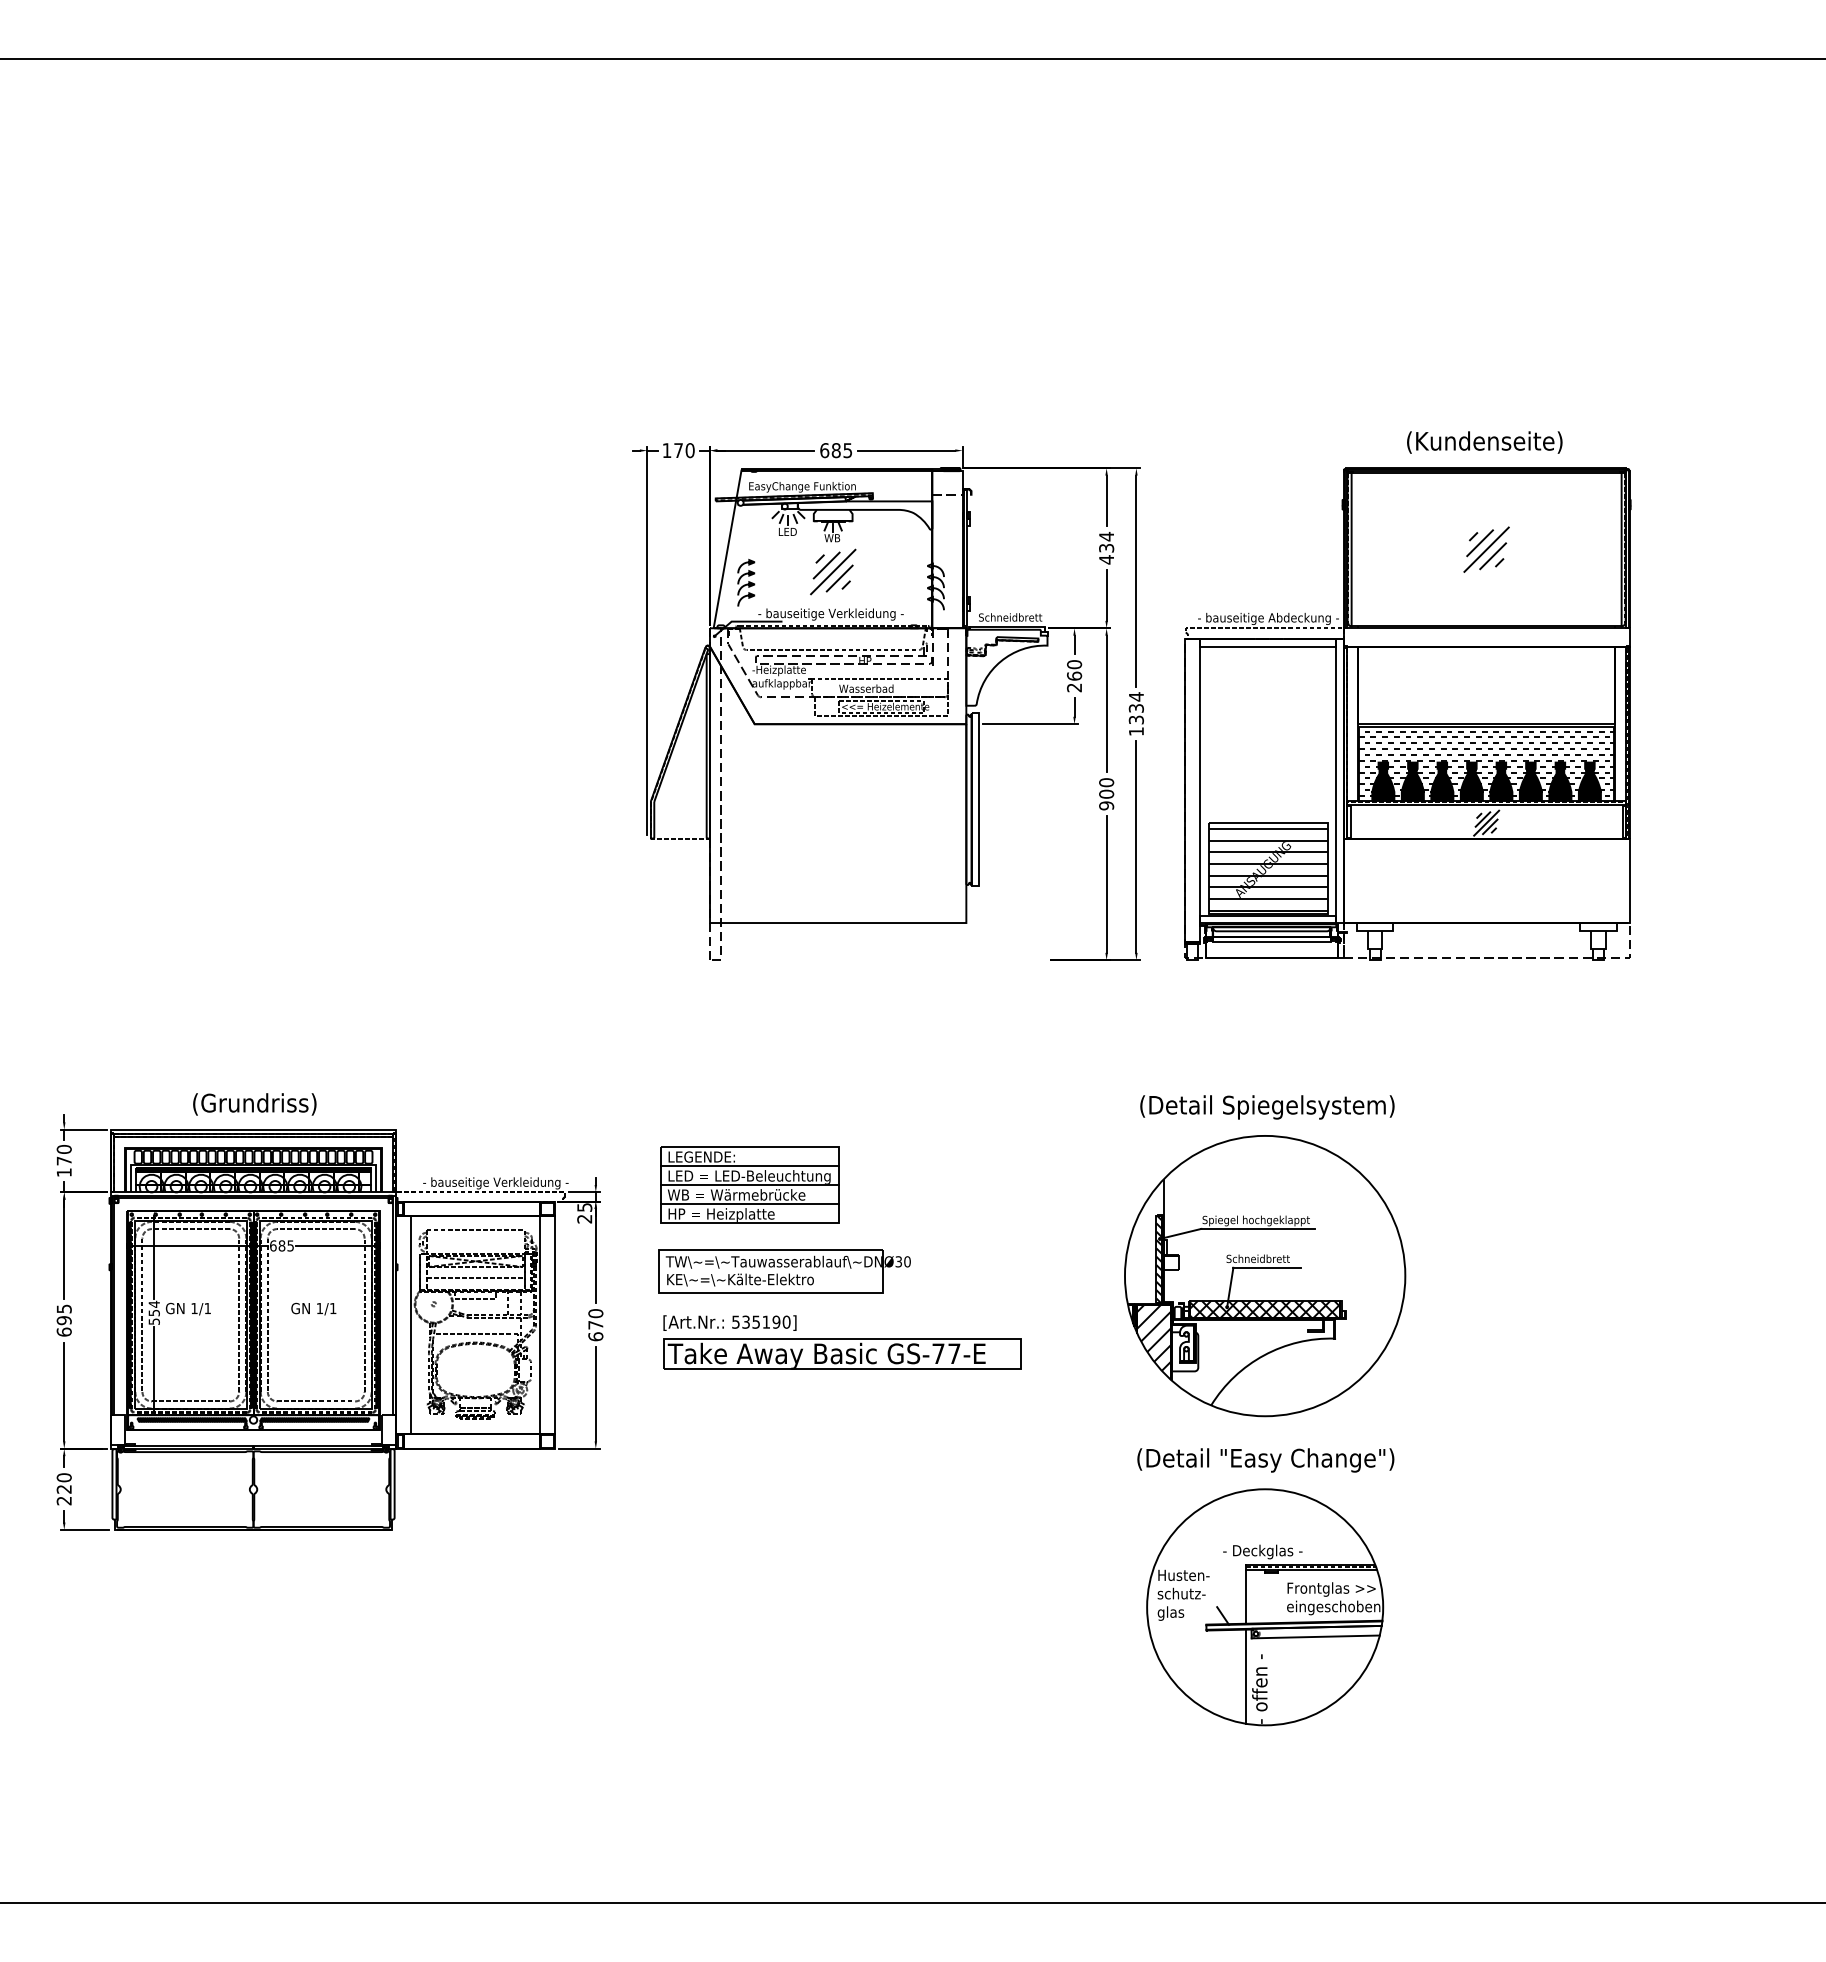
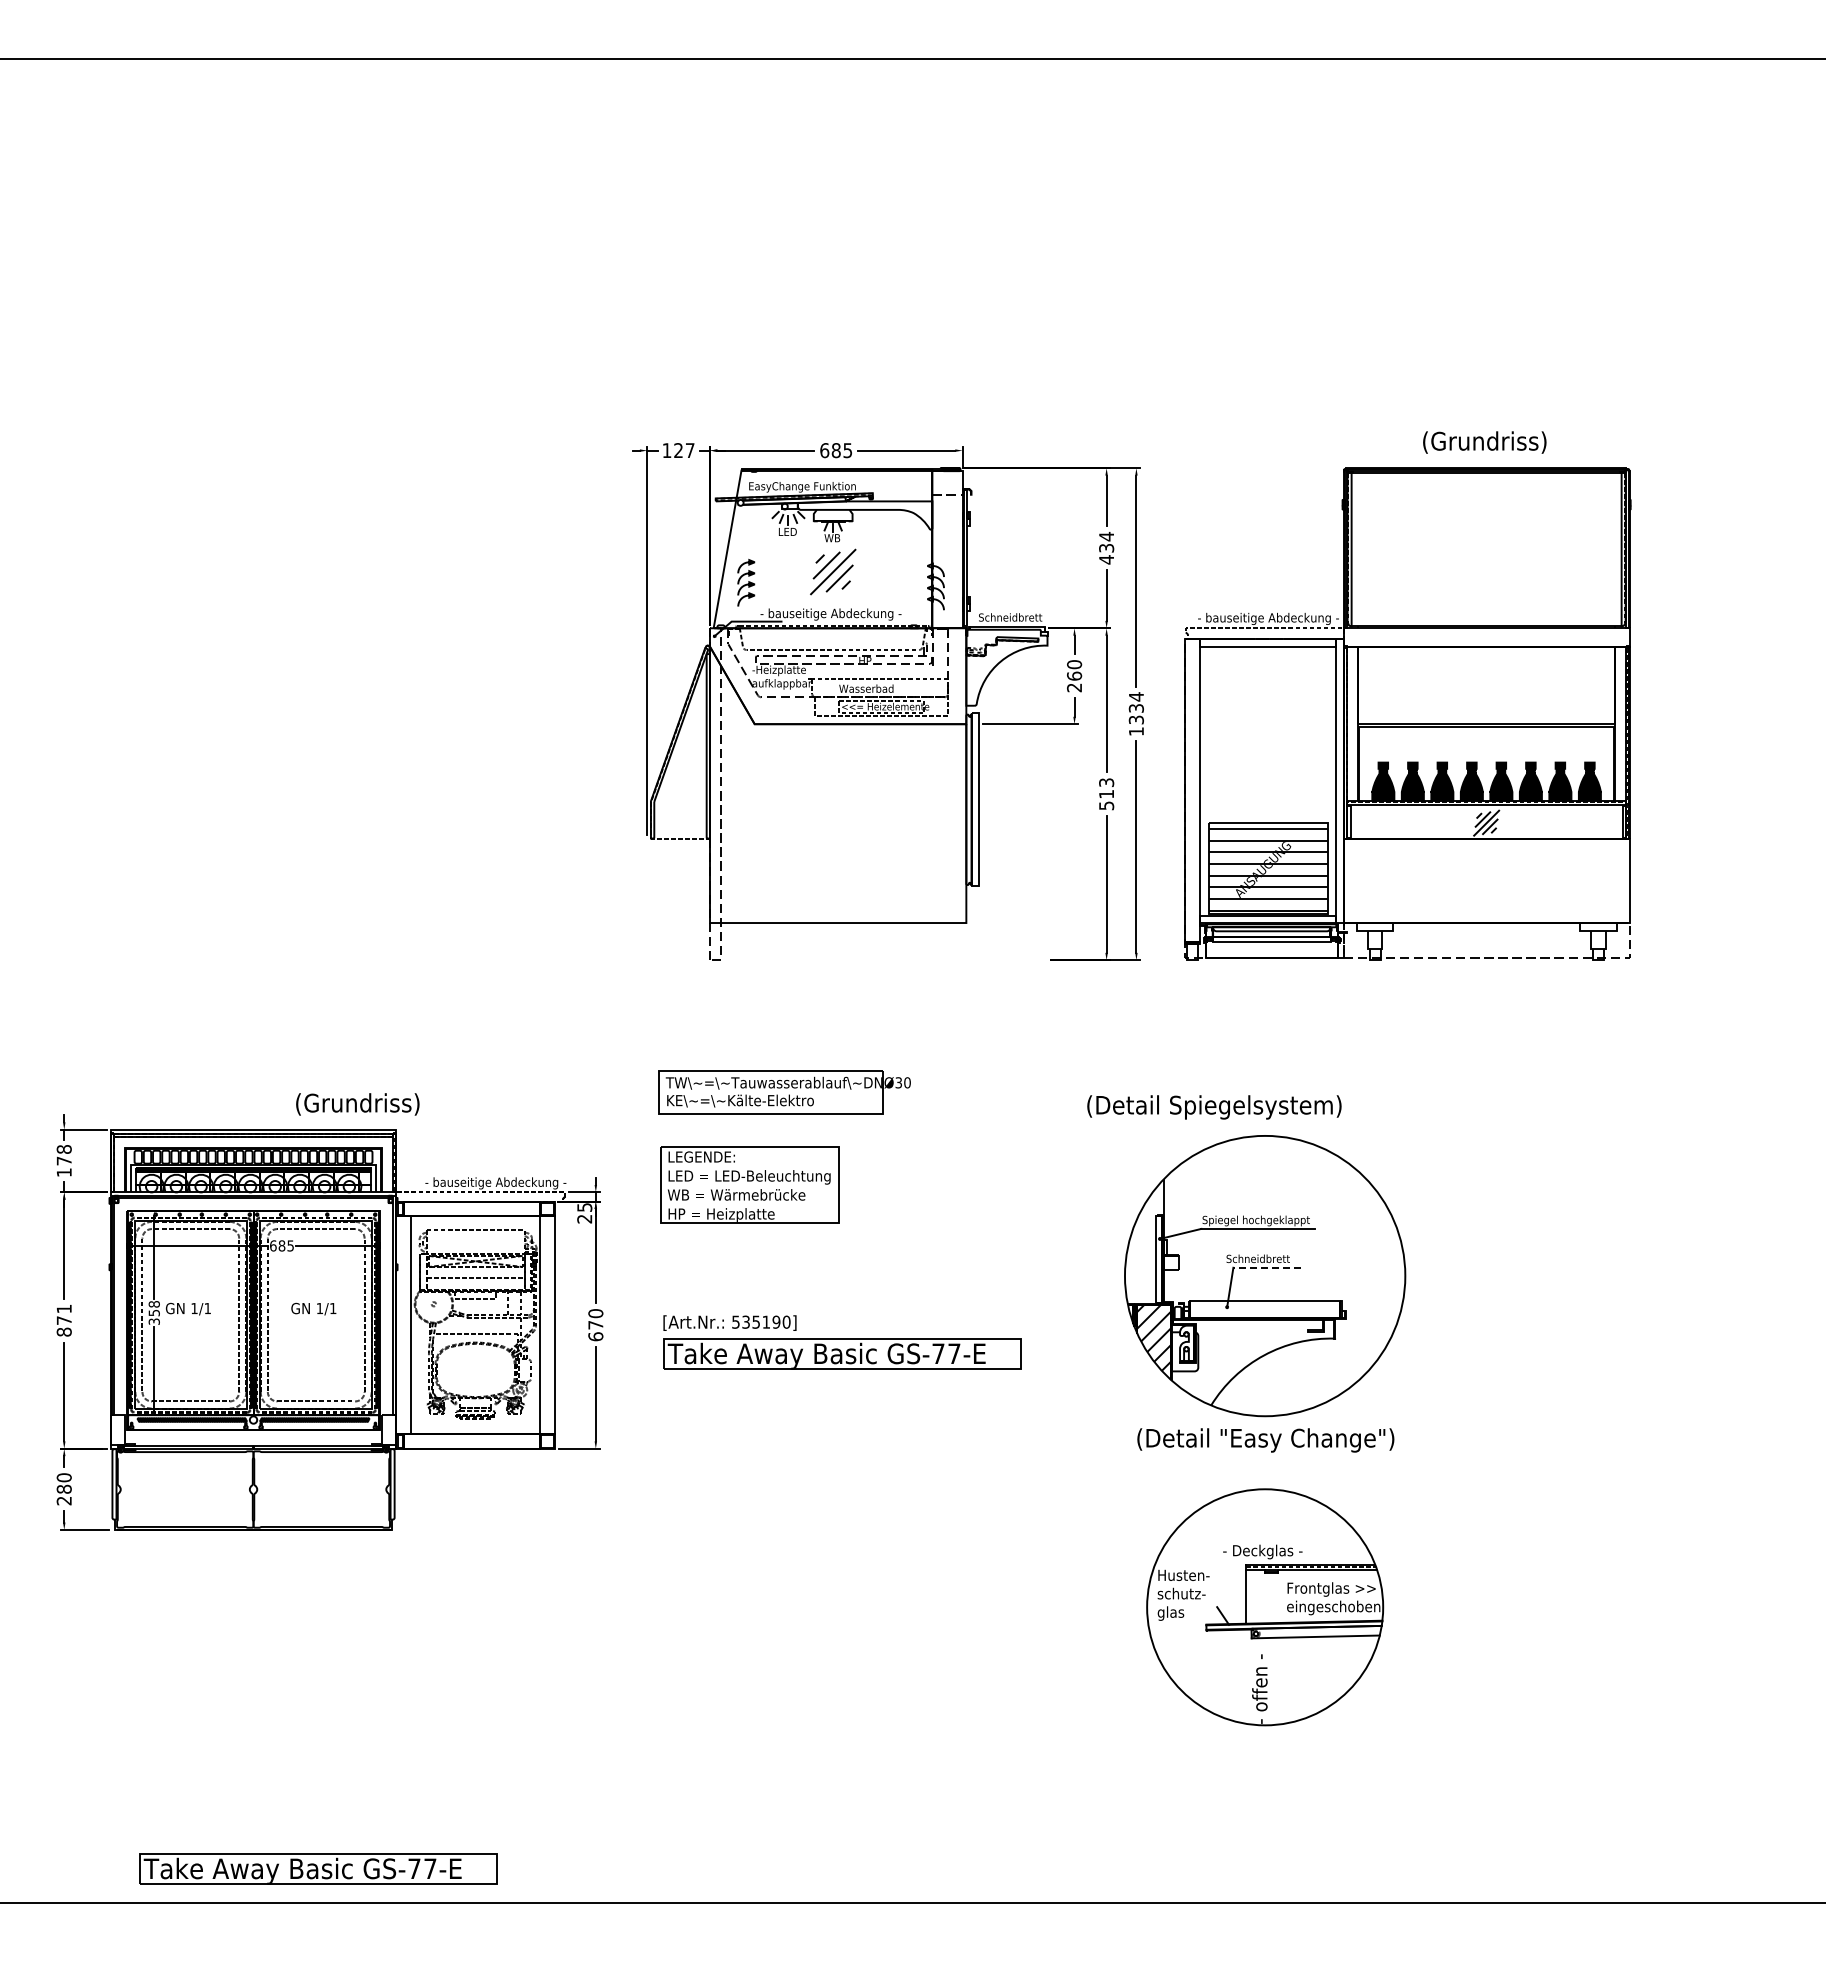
text at (1484, 442): (Kundenseite) -> (Grundriss)
text at (684, 450): 170 -> 127
part at (1486, 549): present -> none
text at (830, 614): - bauseitige Verkleidung - -> - bauseitige Abdeckung -
hatch at (1486, 763): present -> none
text at (1106, 794): 900 -> 513
text at (254, 1104) position: (254, 1104) -> (357, 1104)
text at (1267, 1107) position: (1267, 1107) -> (1214, 1107)
text at (64, 1149): 170 -> 178
line at (750, 1166): present -> none
text at (495, 1183): - bauseitige Verkleidung - -> - bauseitige Abdeckung -
line at (750, 1185): present -> none
line at (750, 1204): present -> none
hatch at (1159, 1259): present -> none
line at (1267, 1267): solid -> dashed
part at (784, 1271) position: (784, 1271) -> (784, 1092)
hatch at (1265, 1308): present -> none
text at (153, 1312): 554 -> 358
text at (63, 1320): 695 -> 871
text at (1265, 1460) position: (1265, 1460) -> (1265, 1440)
text at (63, 1488): 220 -> 280
line at (1246, 1676): present -> none
part at (318, 1868): none -> present
